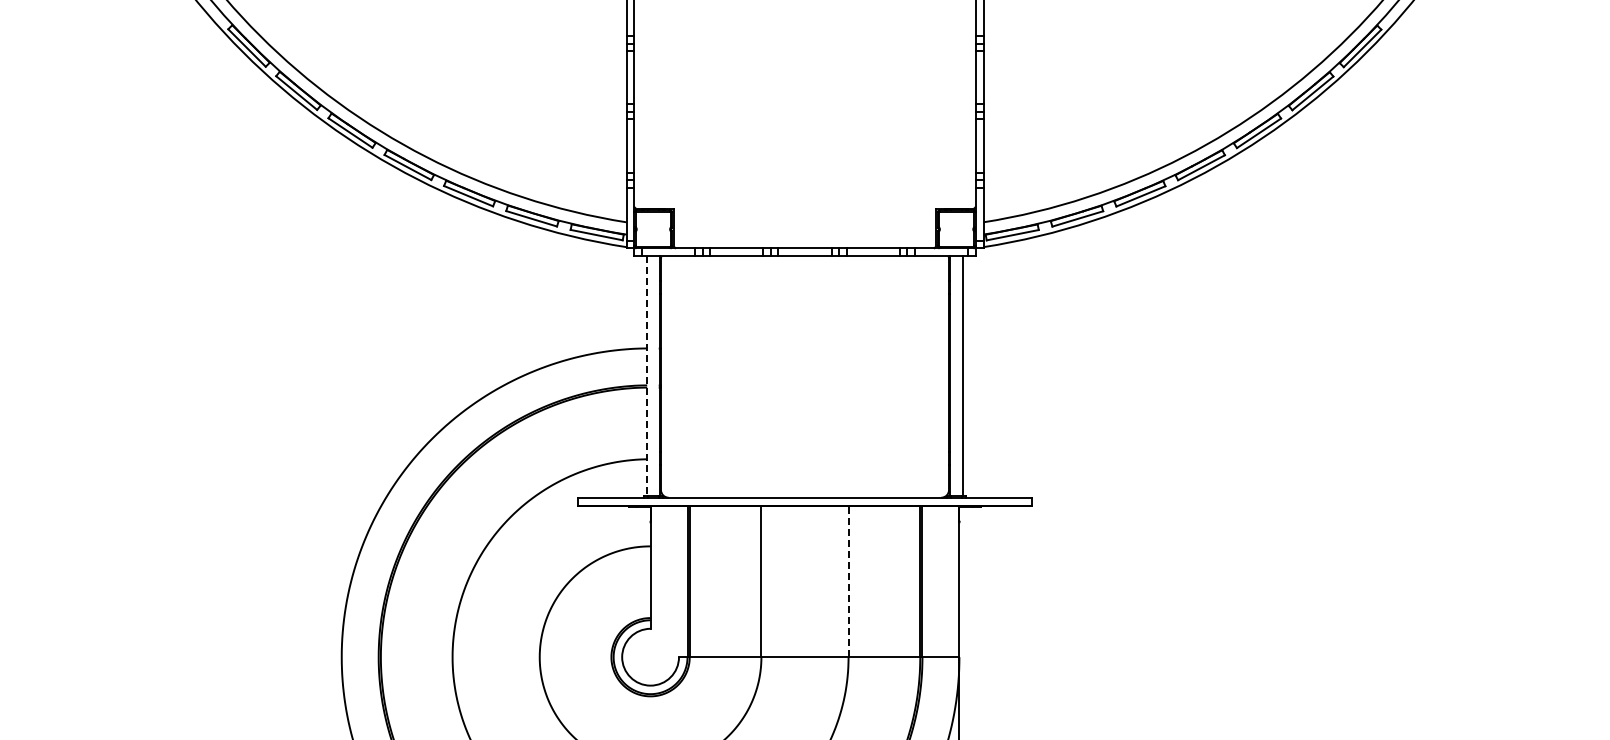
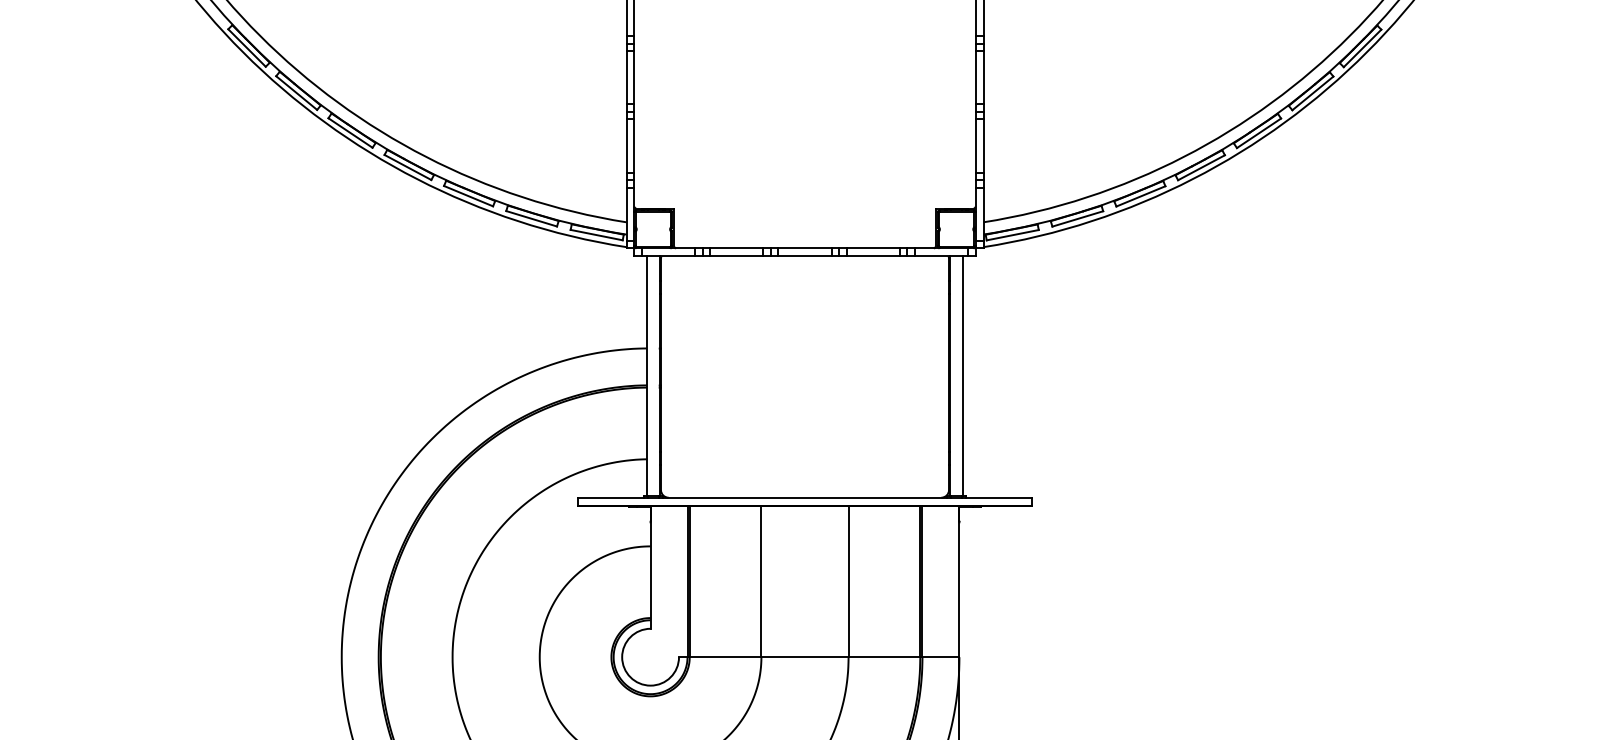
line at (647, 376): dashed -> solid
line at (848, 581): dashed -> solid
